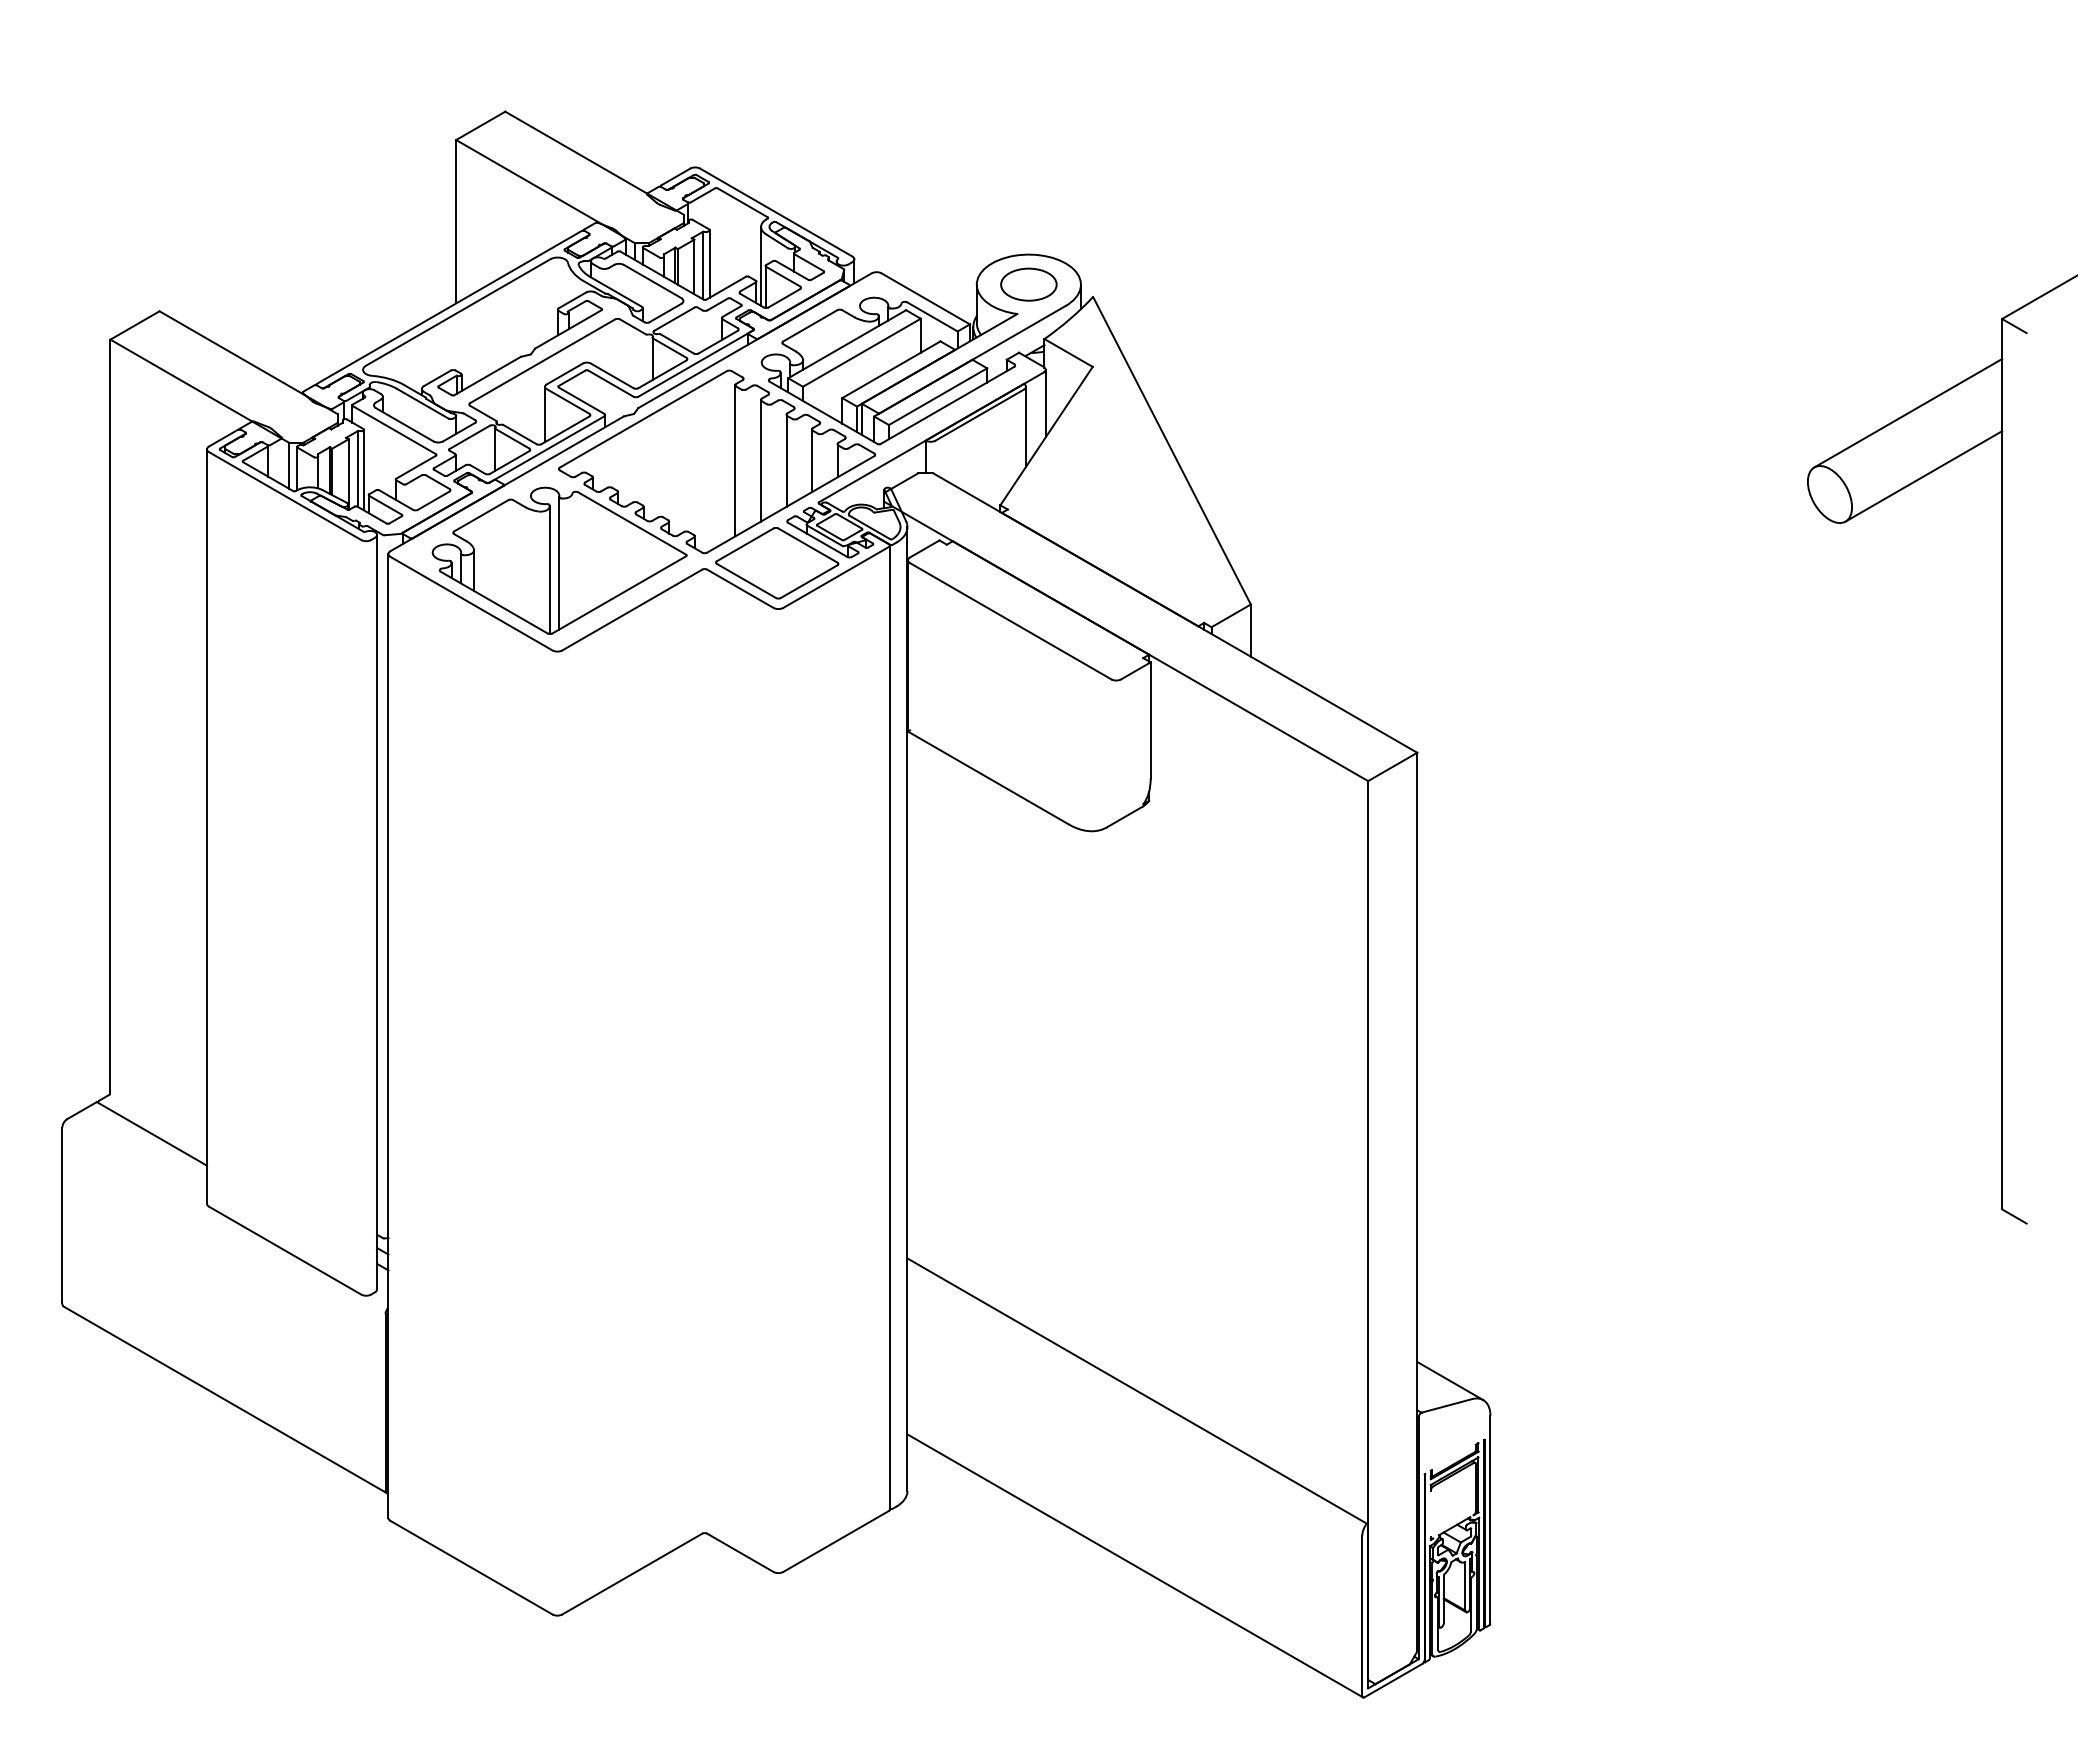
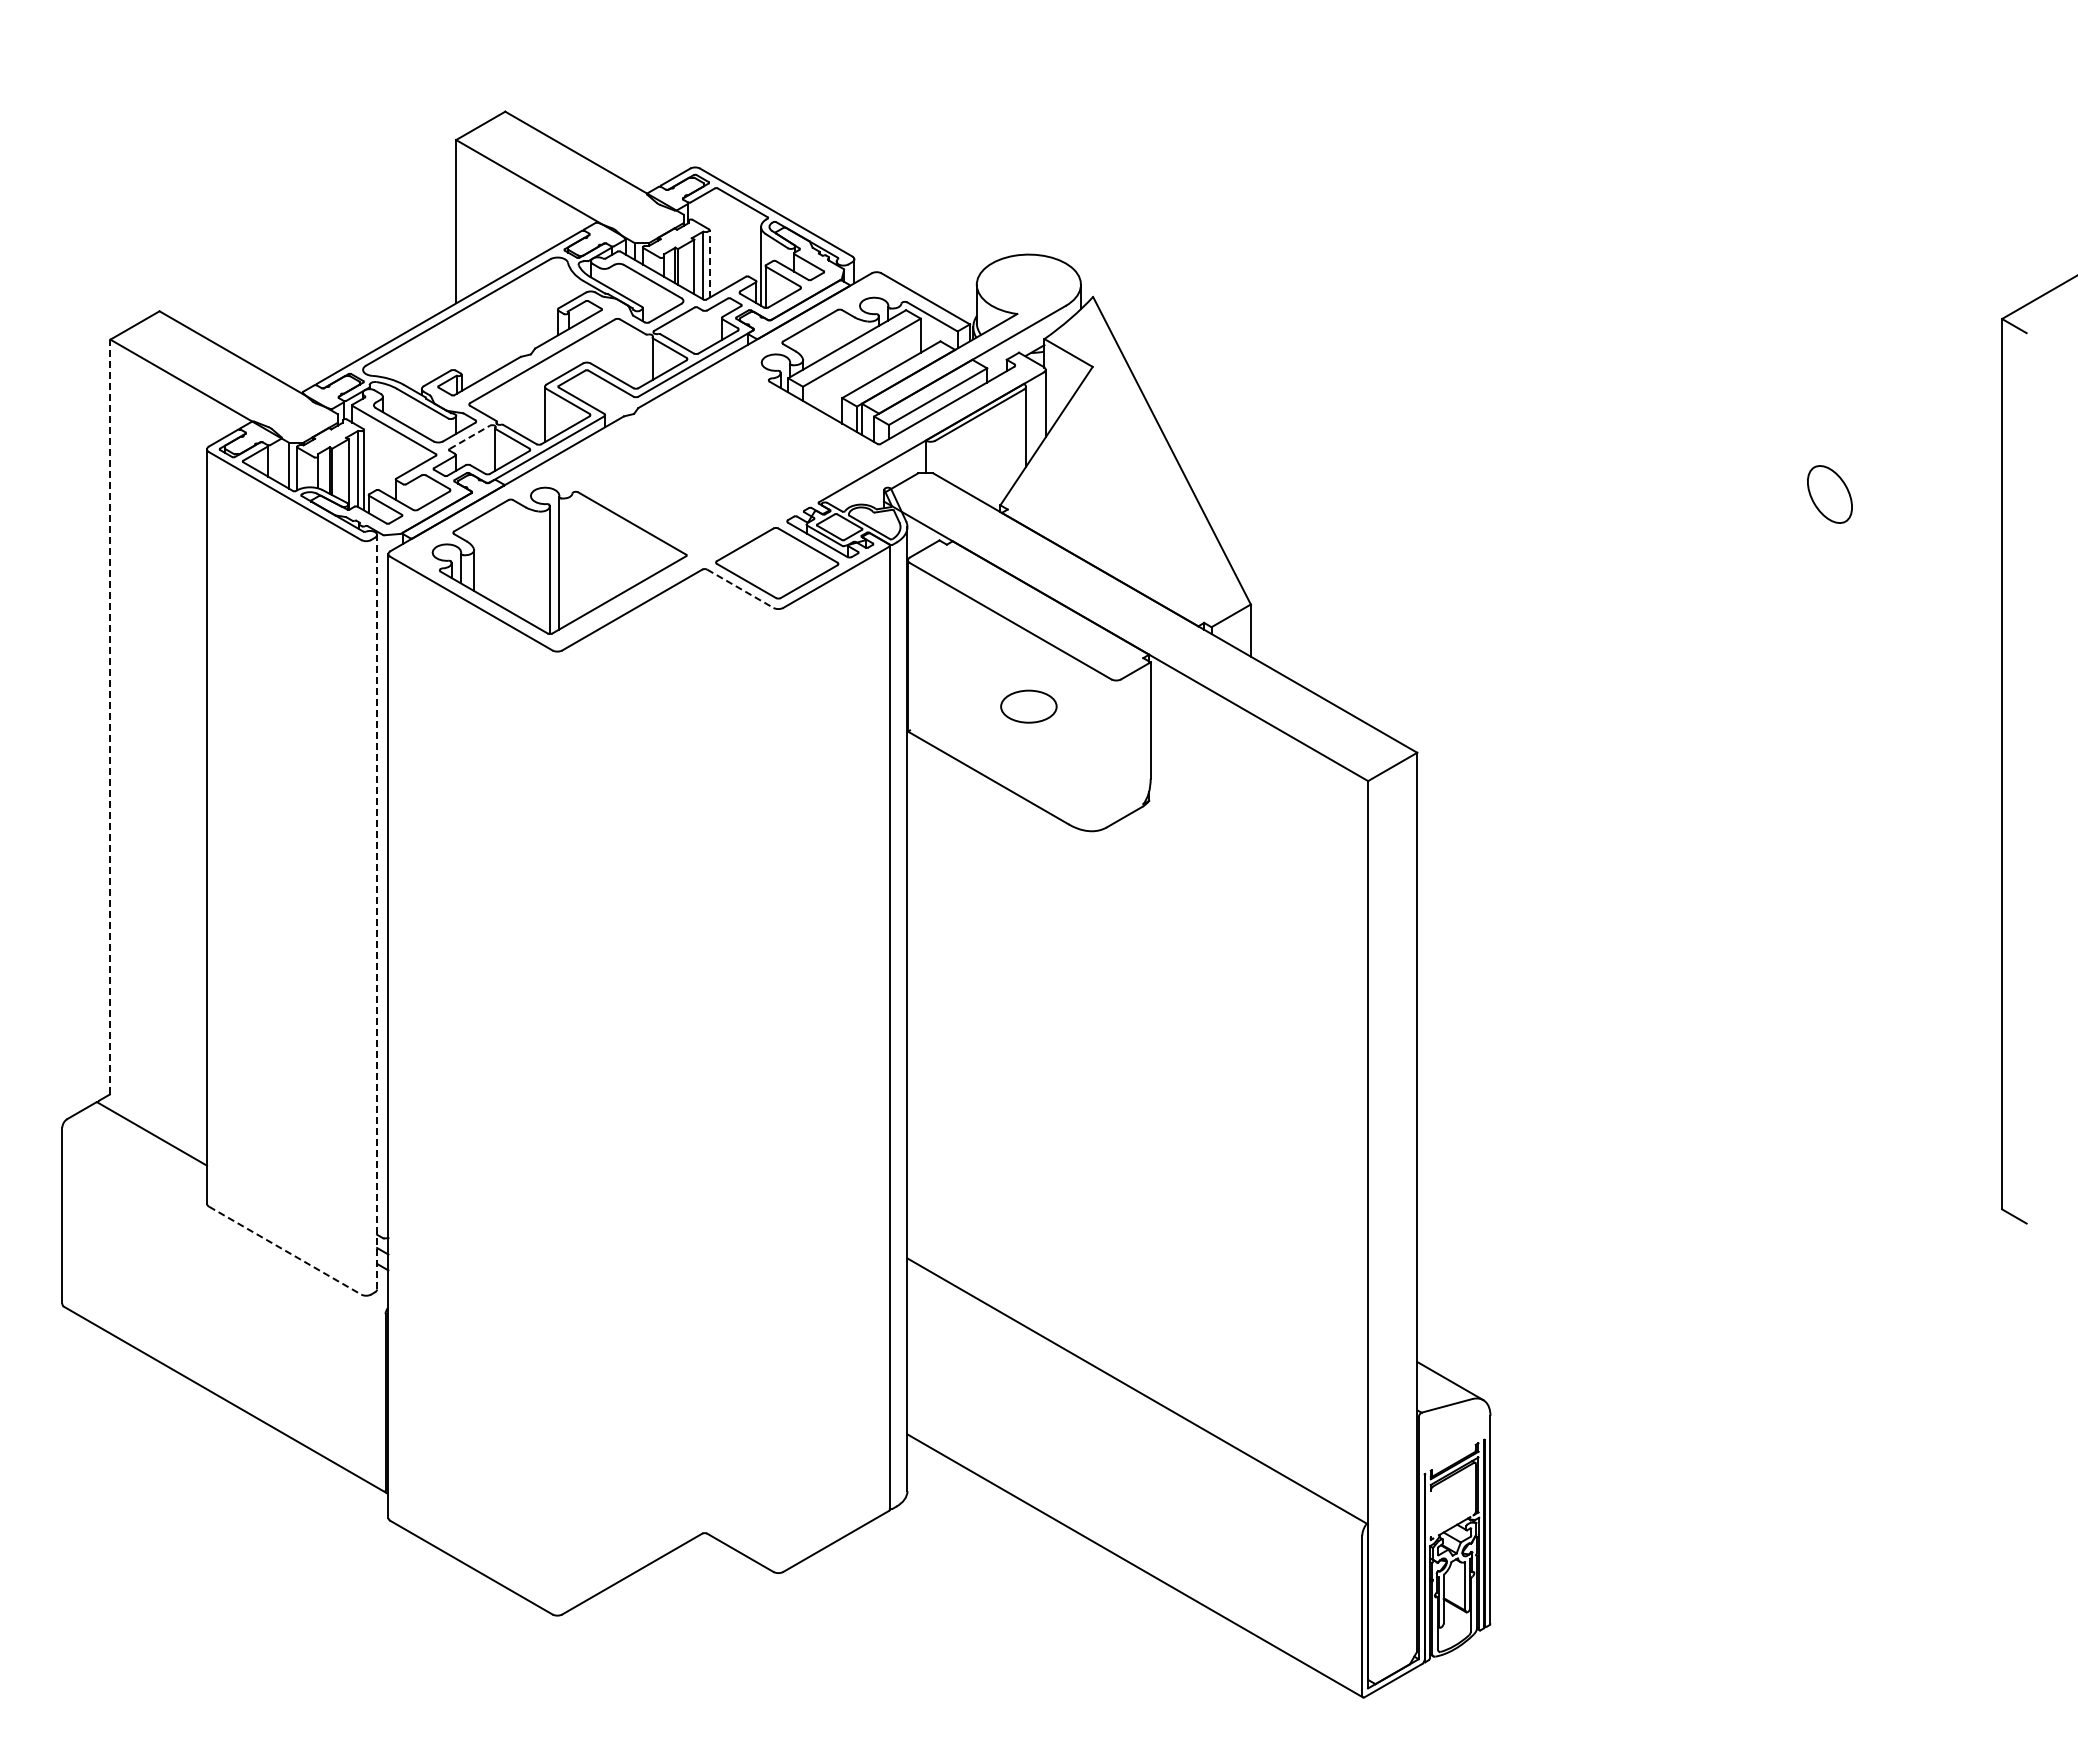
line at (709, 264): solid -> dashed
part at (1028, 284) position: (1028, 284) -> (1028, 706)
line at (1908, 413): present -> none
line at (470, 437): solid -> dashed
part at (717, 461): present -> none
line at (1923, 476): present -> none
line at (740, 589): solid -> dashed
line at (110, 716): solid -> dashed
line at (377, 911): solid -> dashed
line at (285, 1250): solid -> dashed
